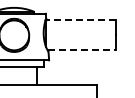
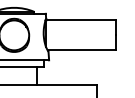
line at (81, 20): dashed -> solid
line at (82, 50): dashed -> solid
